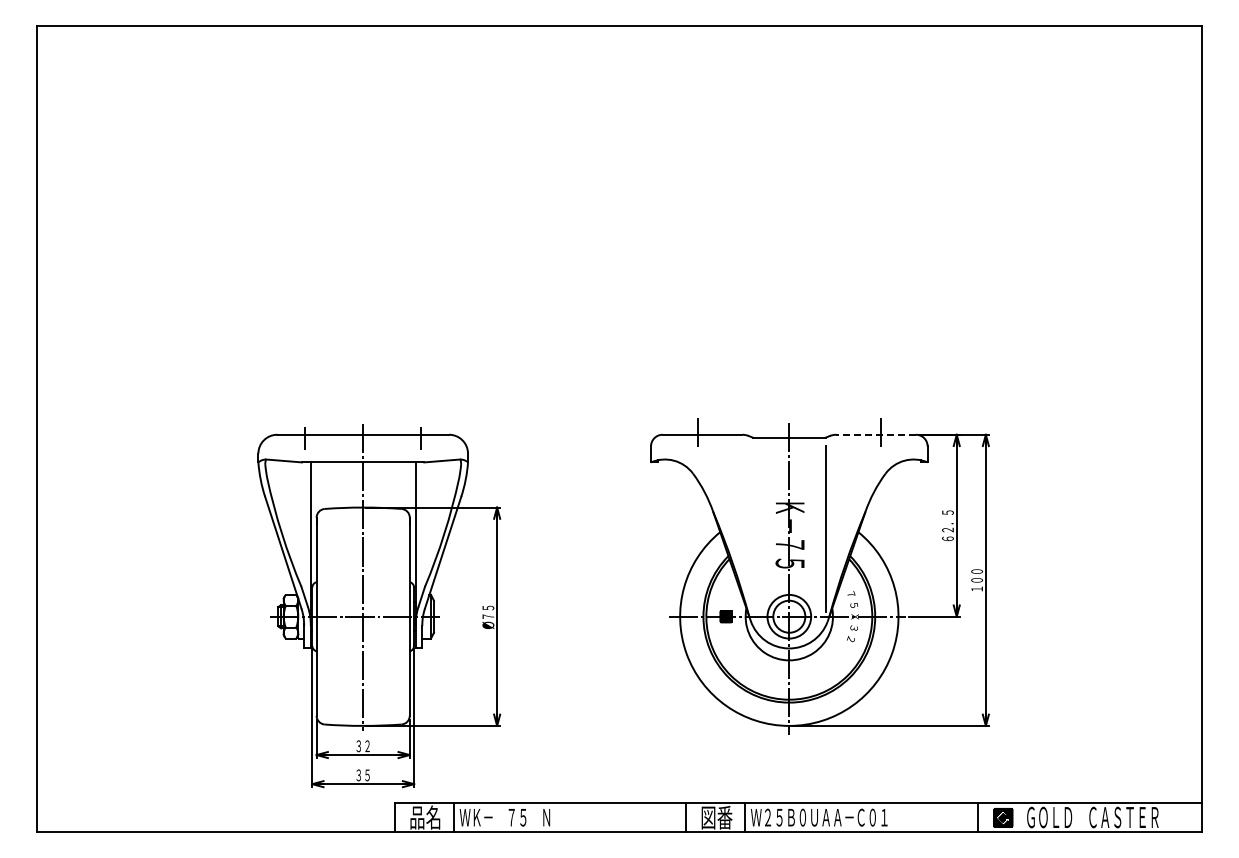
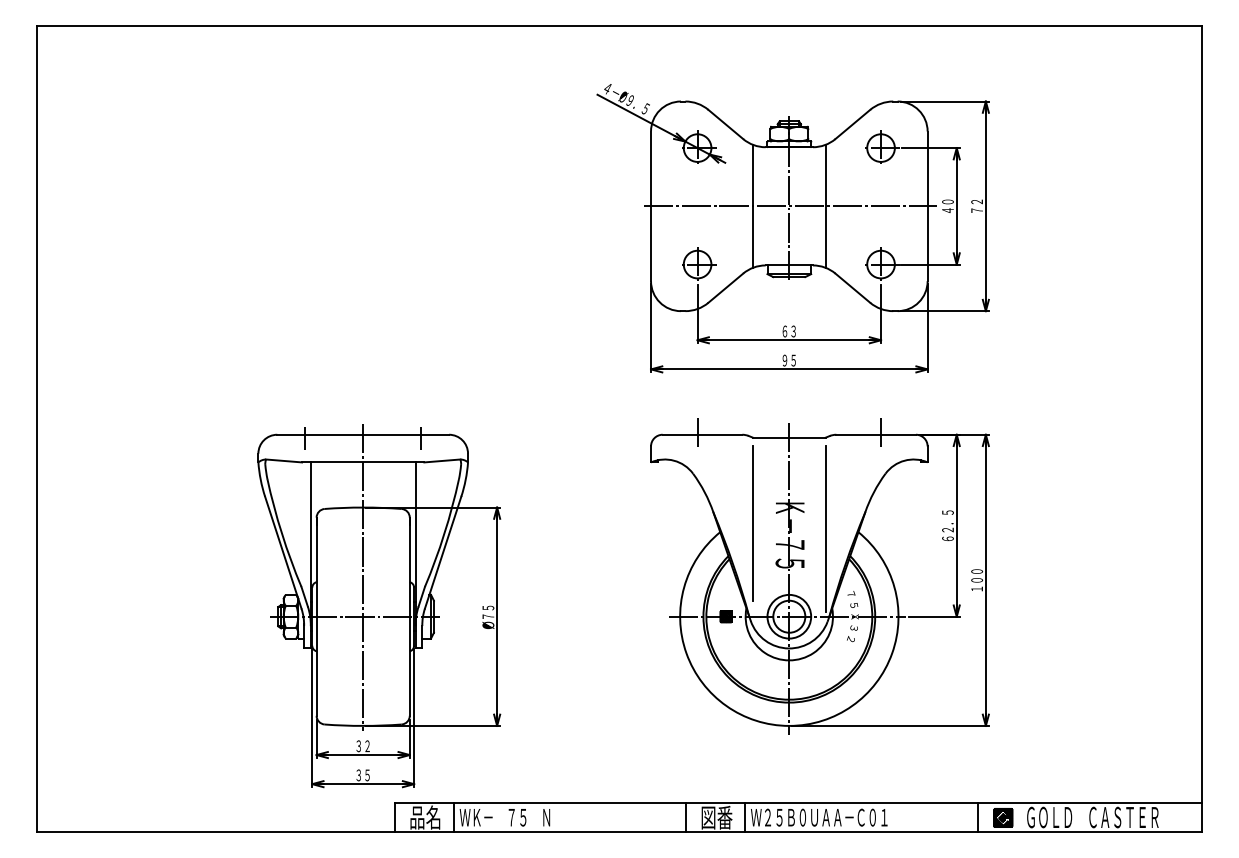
part at (792, 228): none -> present
line at (876, 434): dashed -> solid
line at (752, 523): none -> present
